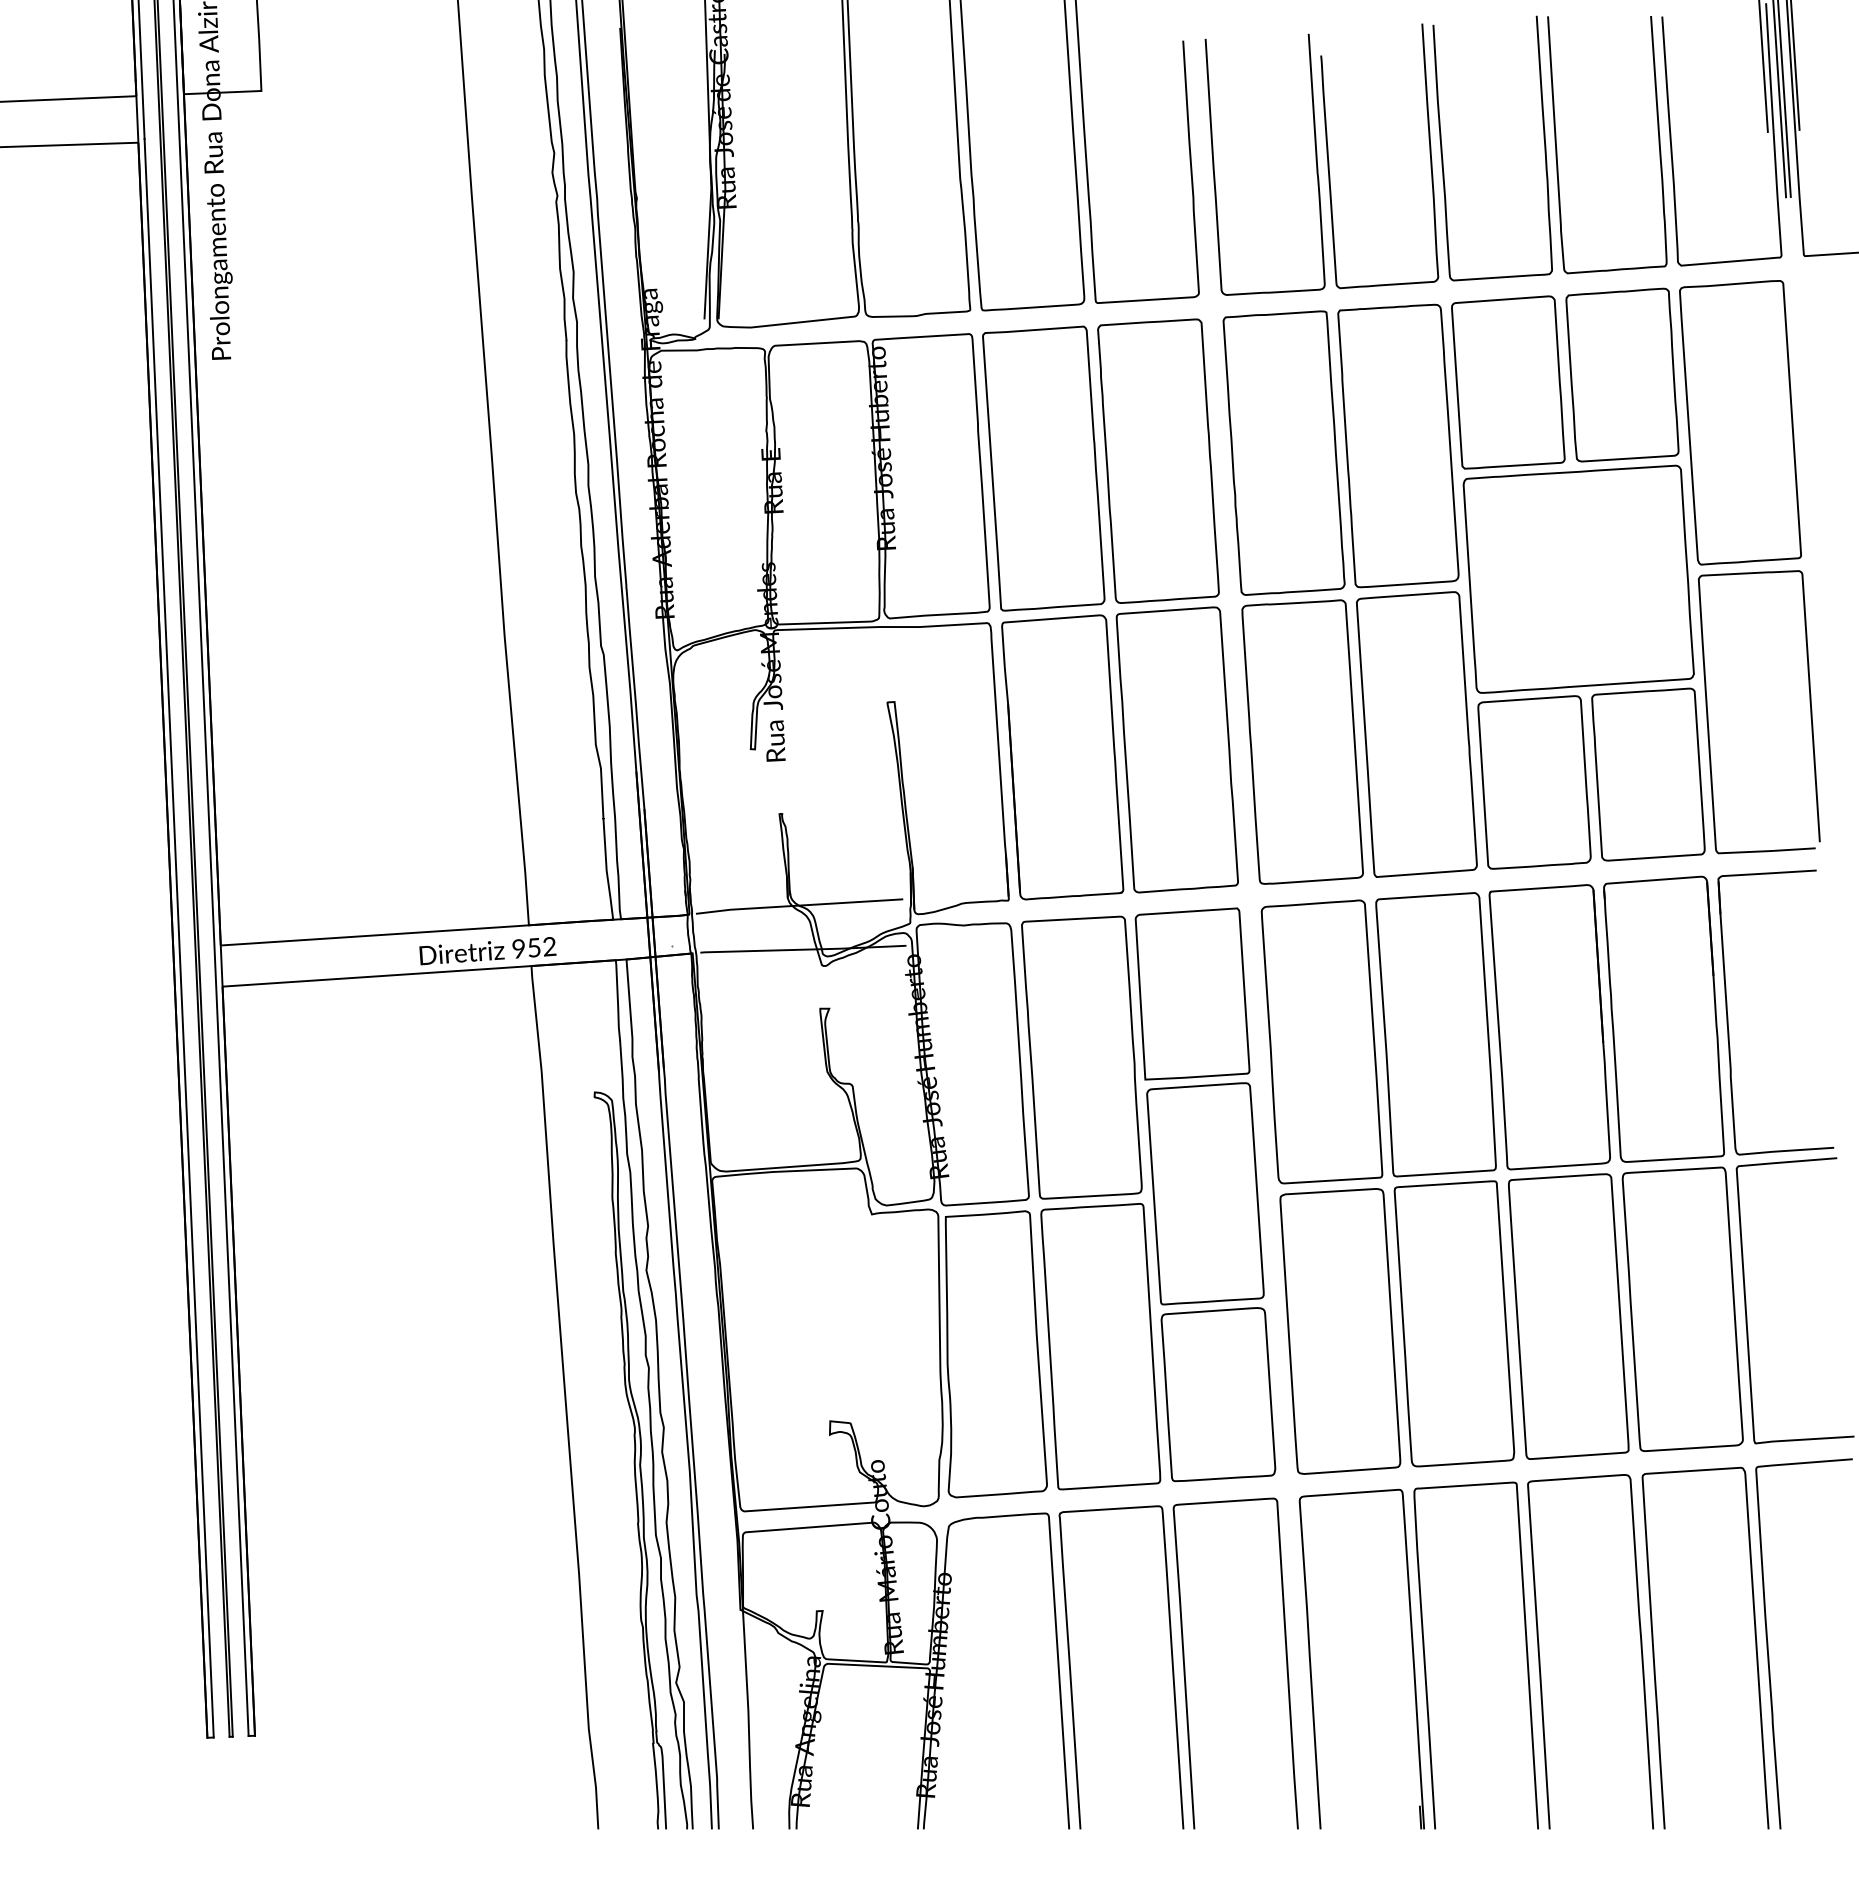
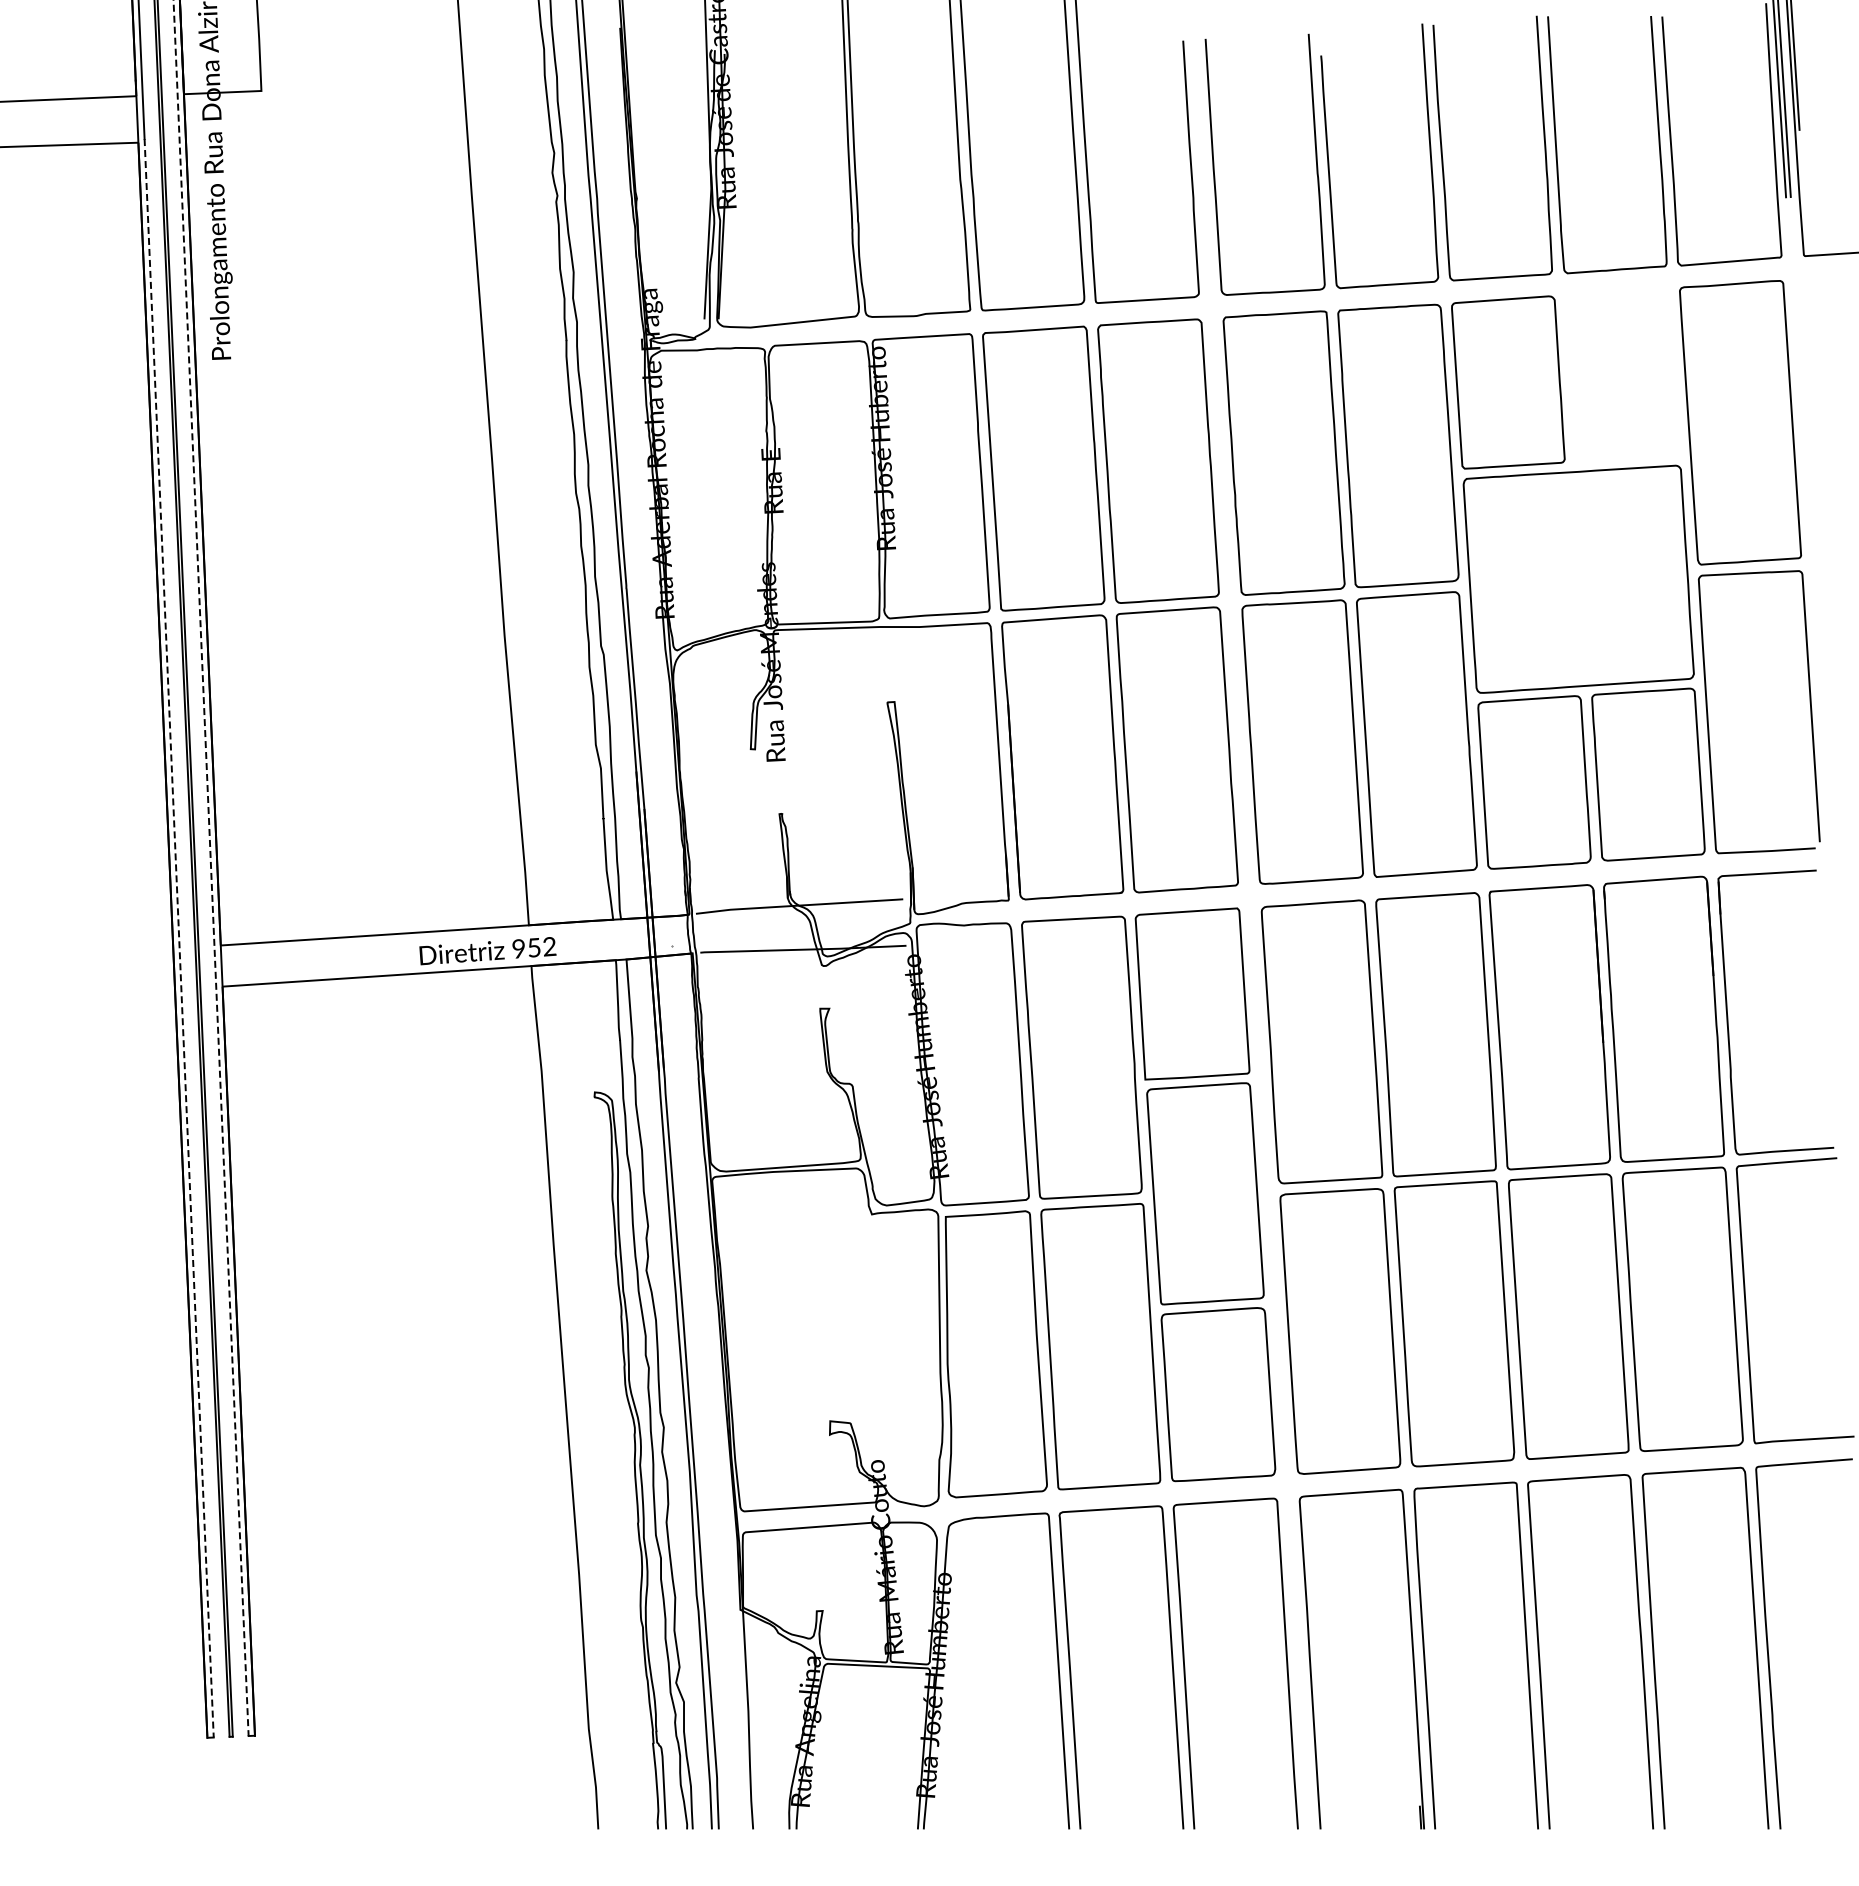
line at (1763, 66): present -> none
part at (1622, 374): present -> none
line at (211, 868): solid -> dashed
line at (179, 938): solid -> dashed
